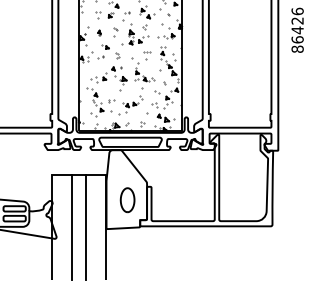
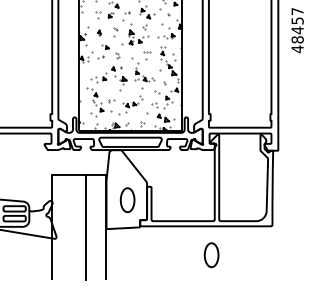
text at (297, 30): 86426 -> 48457
line at (72, 227): present -> none
part at (211, 255): none -> present
